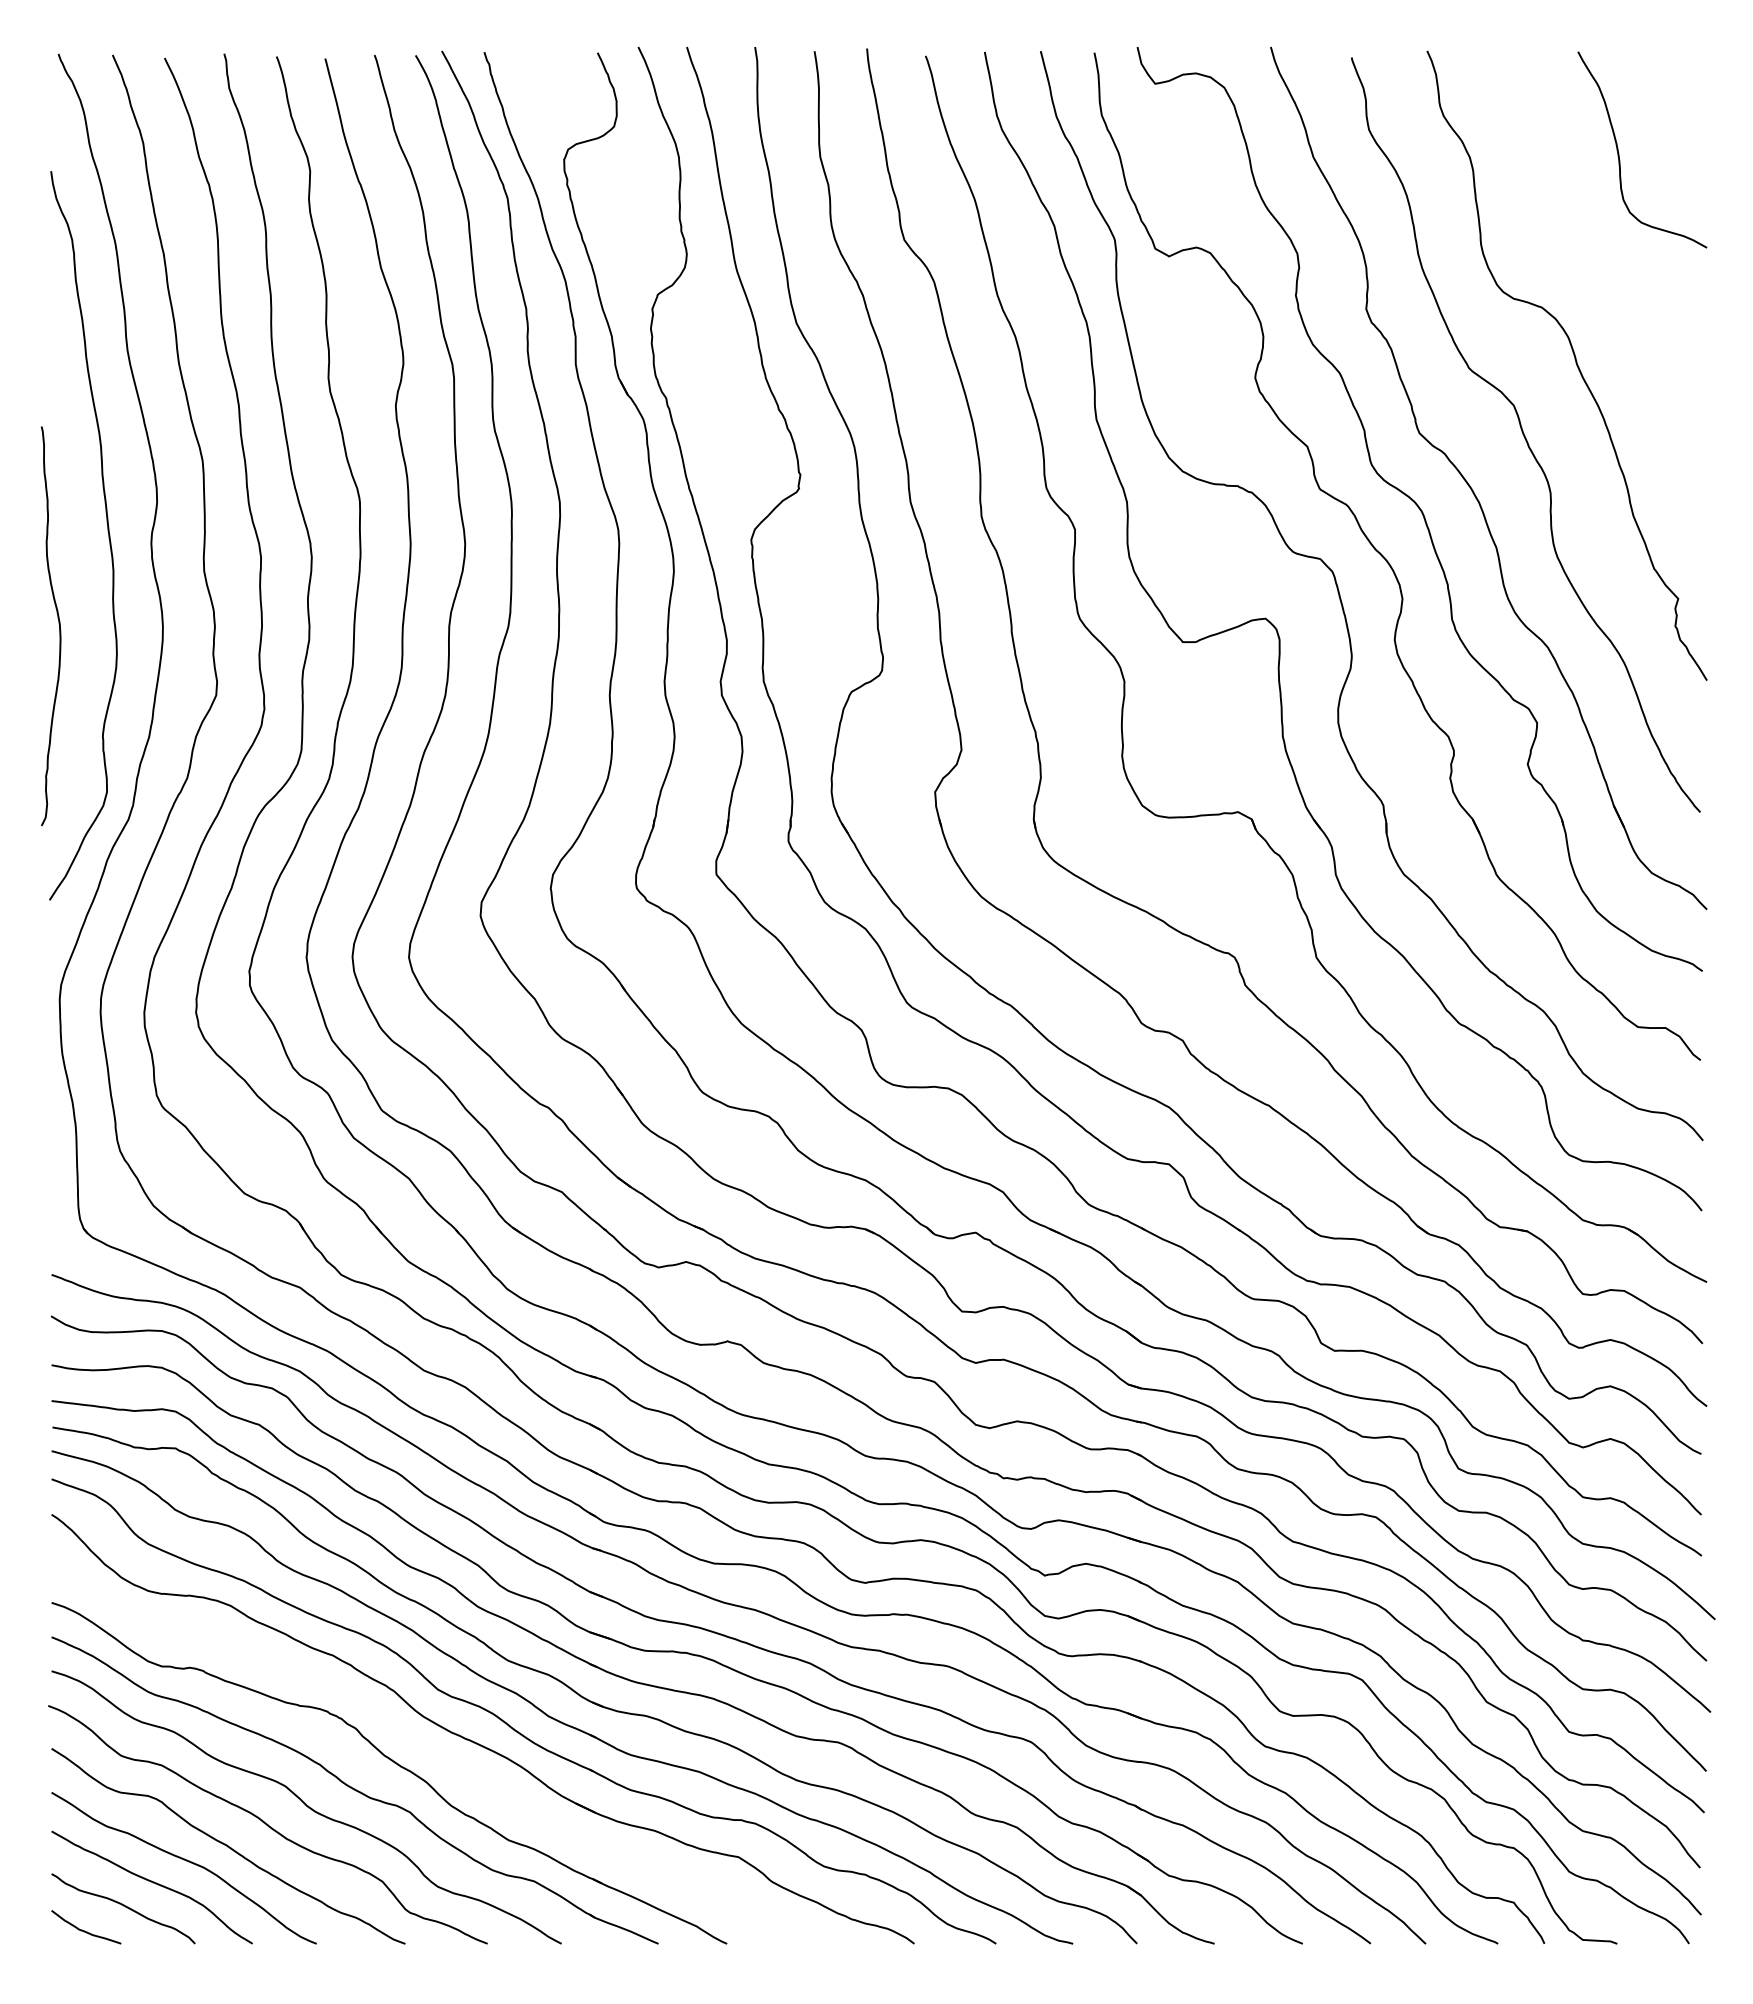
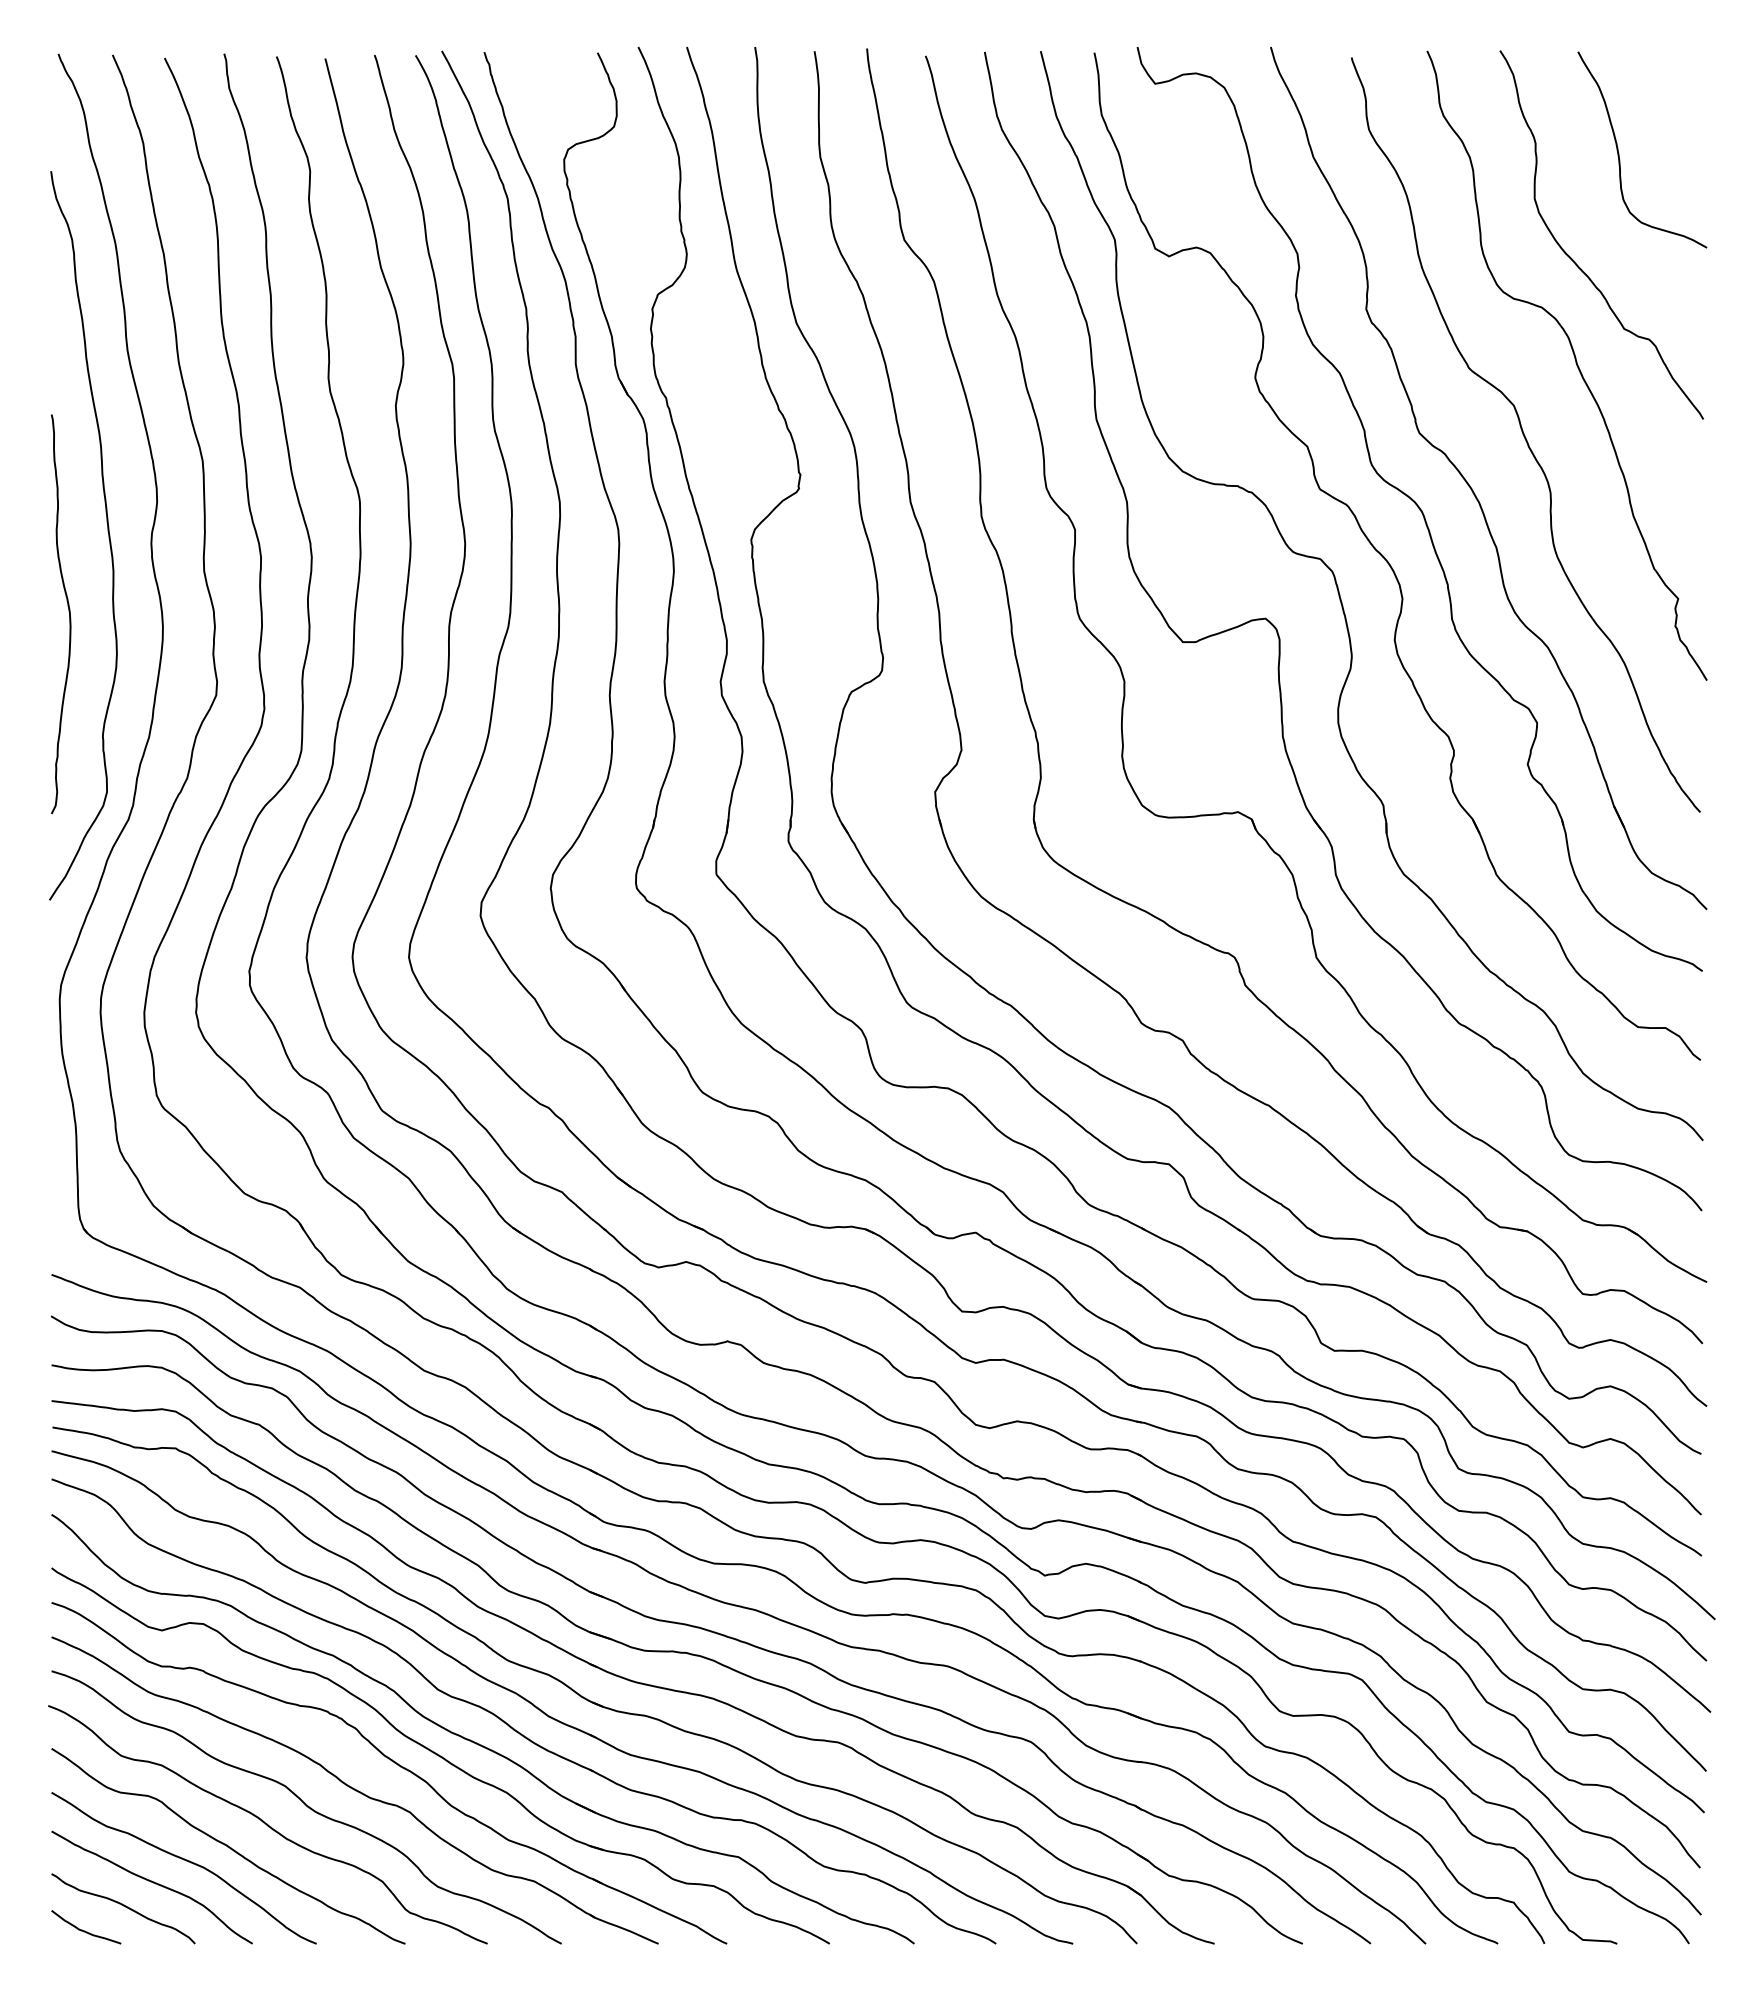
curve at (1574, 260): none -> present
curve at (58, 623) position: (58, 623) -> (68, 611)
part at (440, 1755): none -> present
